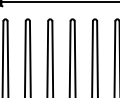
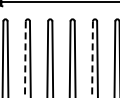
line at (25, 60): solid -> dashed
line at (92, 60): solid -> dashed
